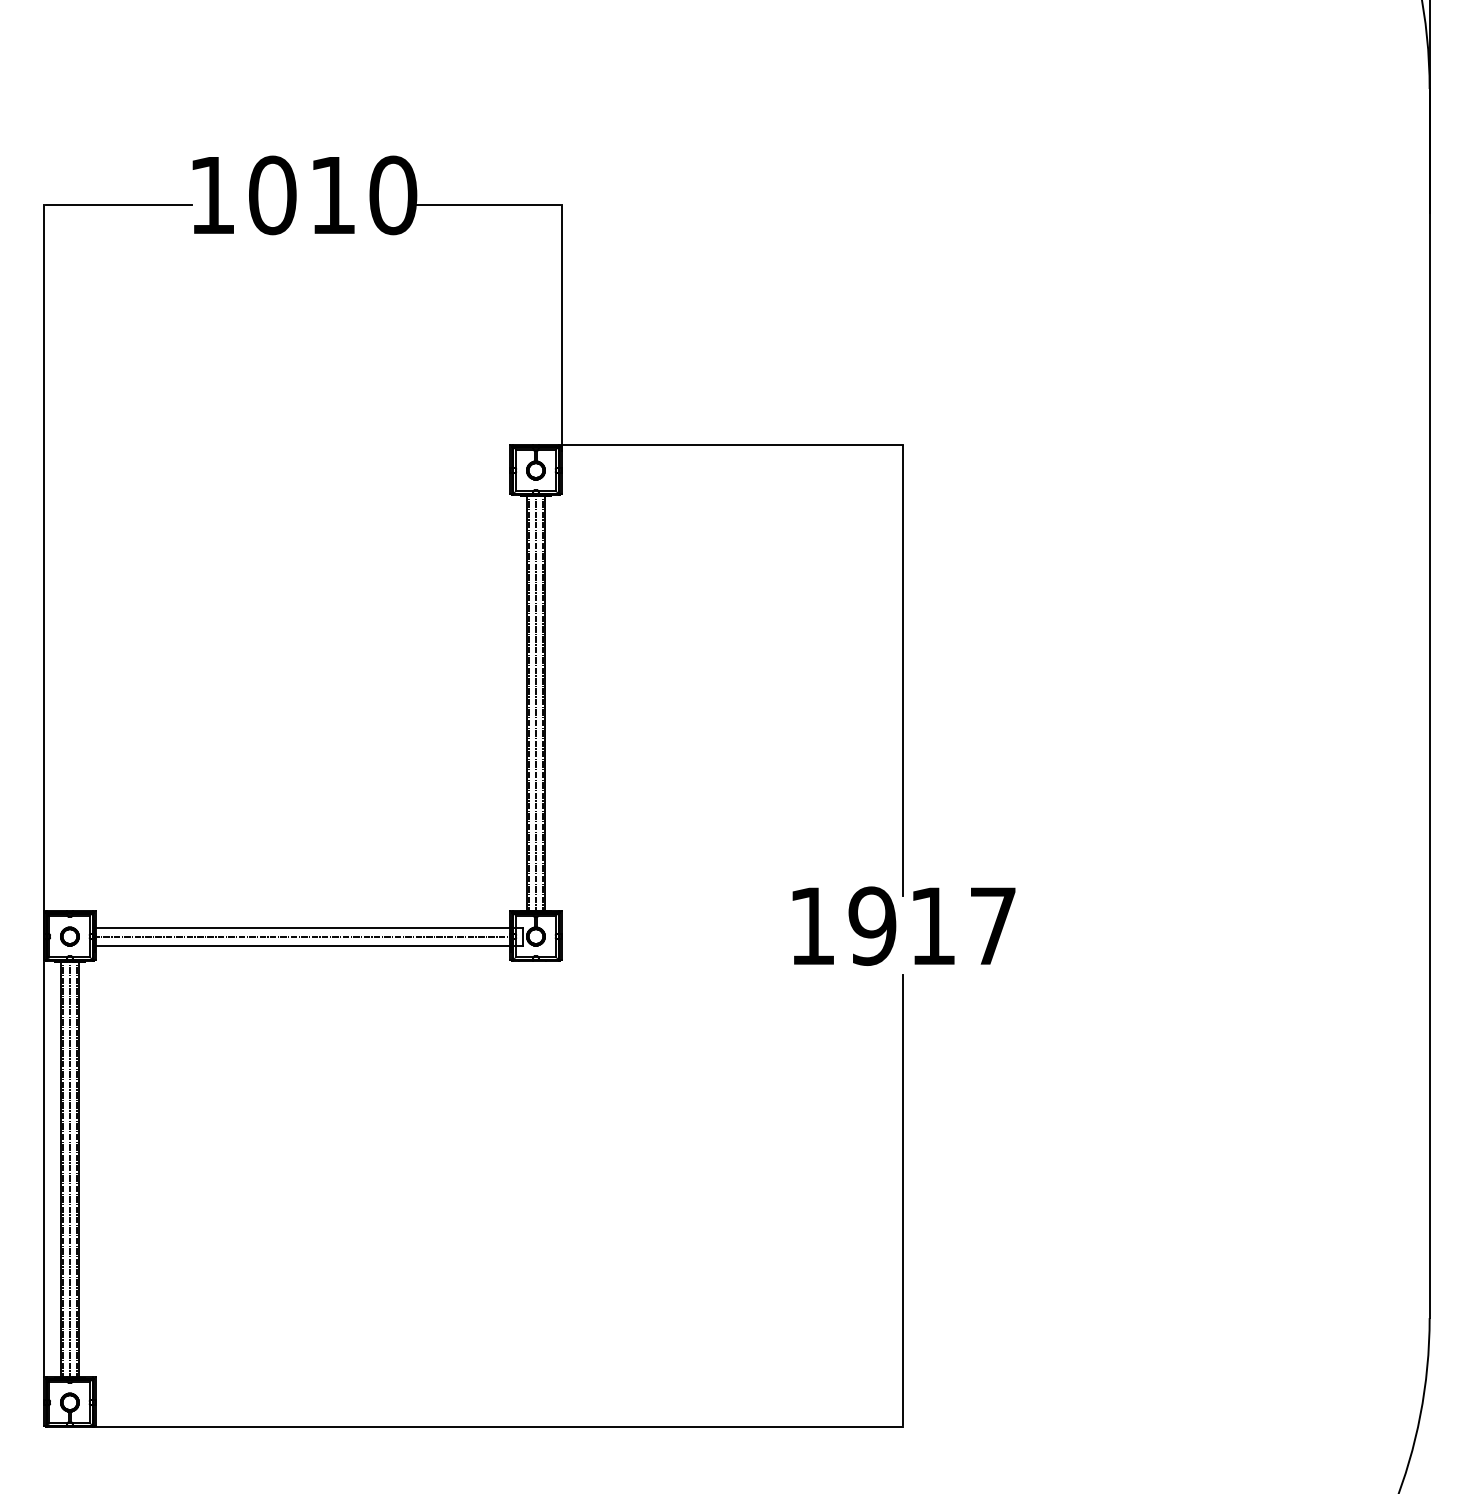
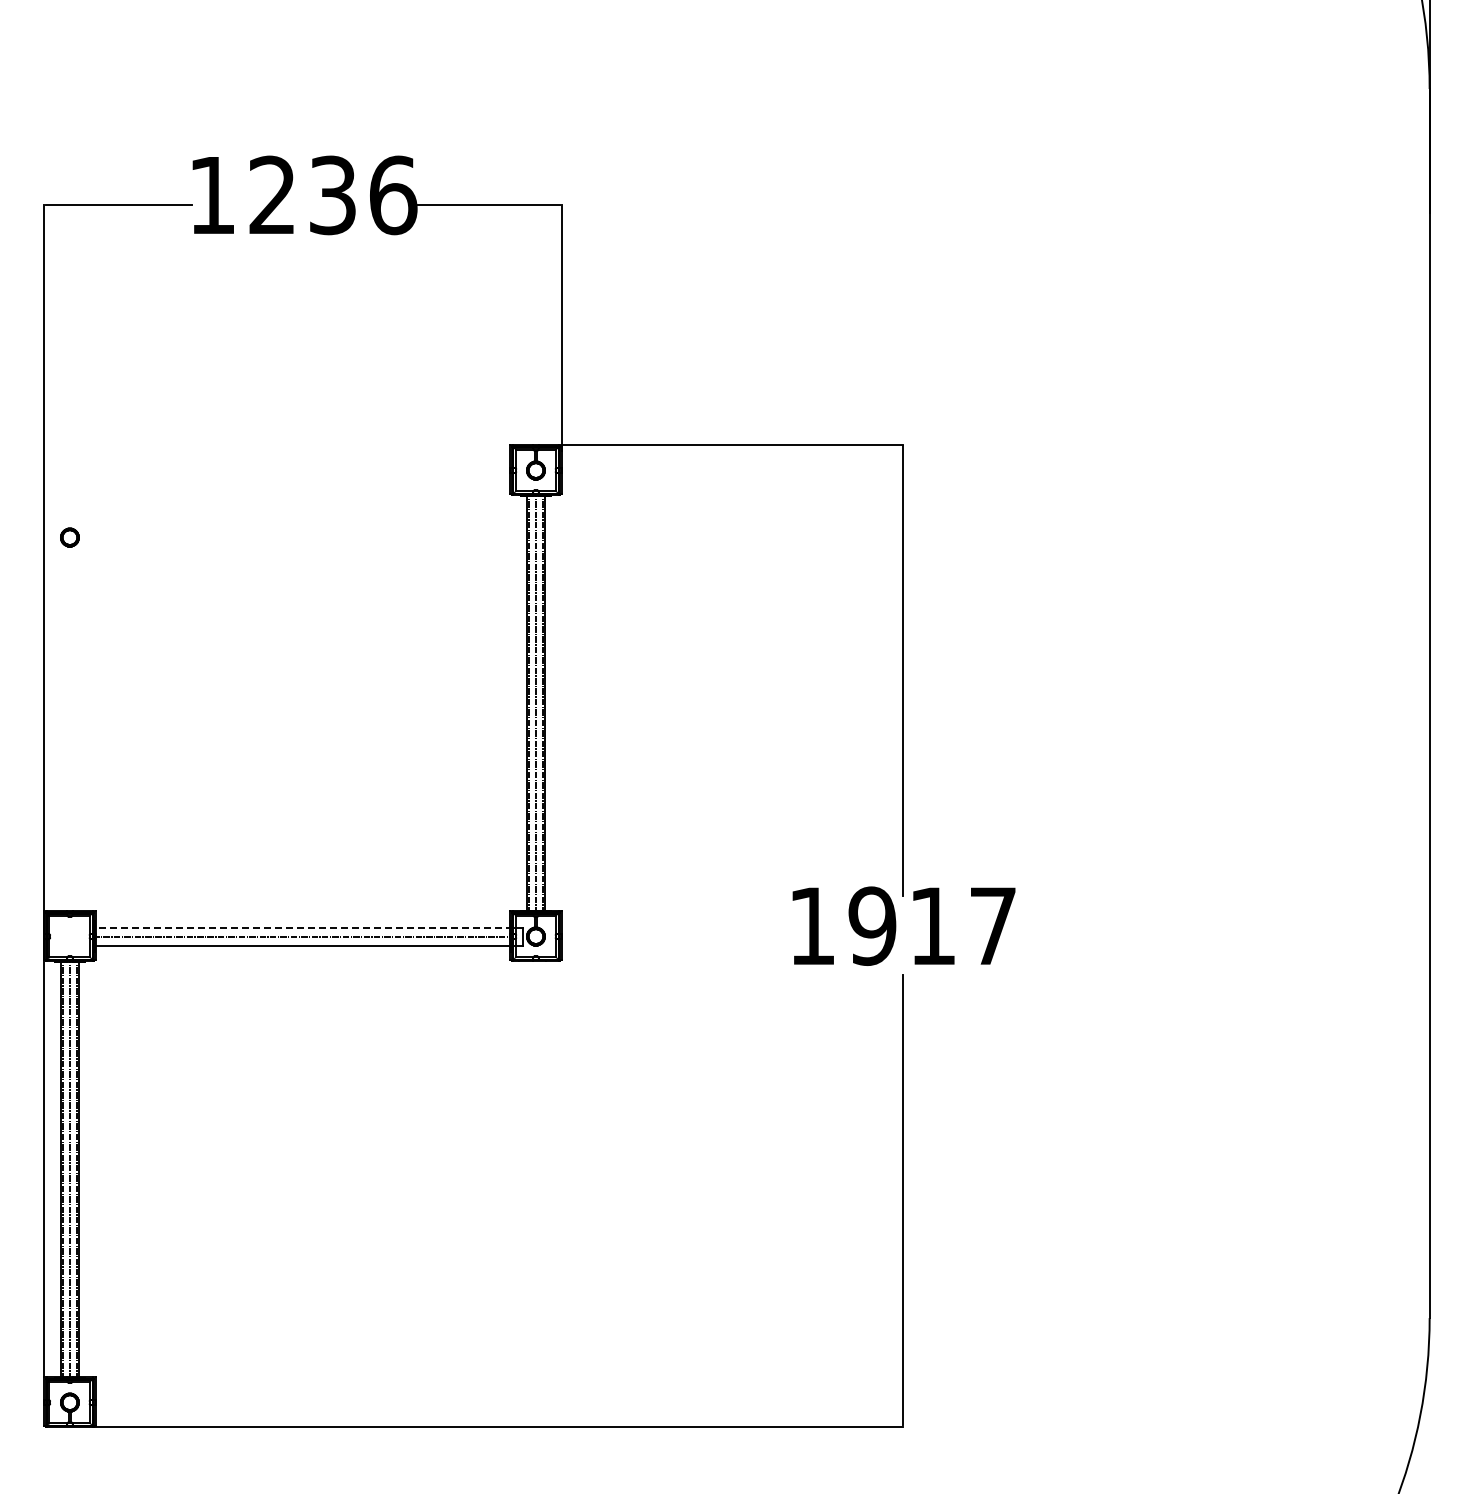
text at (333, 195): 1010 -> 1236
line at (302, 927): solid -> dashed
part at (69, 936) position: (69, 936) -> (69, 537)
